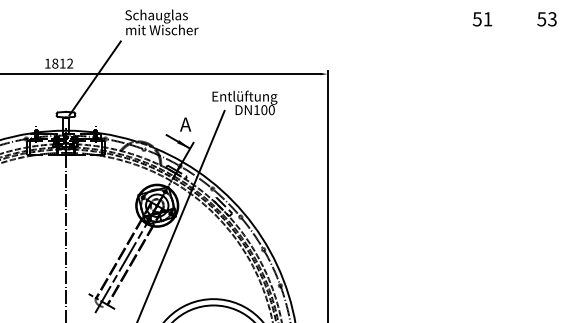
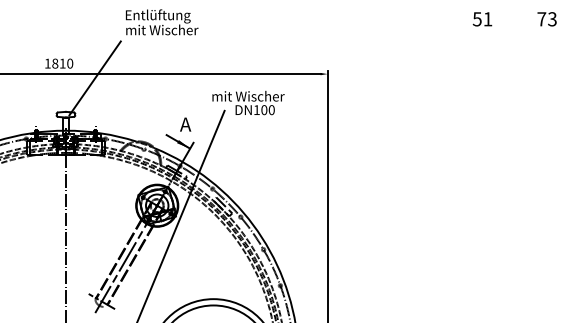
text at (157, 16): Schauglas -> Entlüftung
text at (541, 19): 53 -> 73
text at (70, 63): 1812 -> 1810
text at (248, 97): Entlüftung -> mit Wischer
